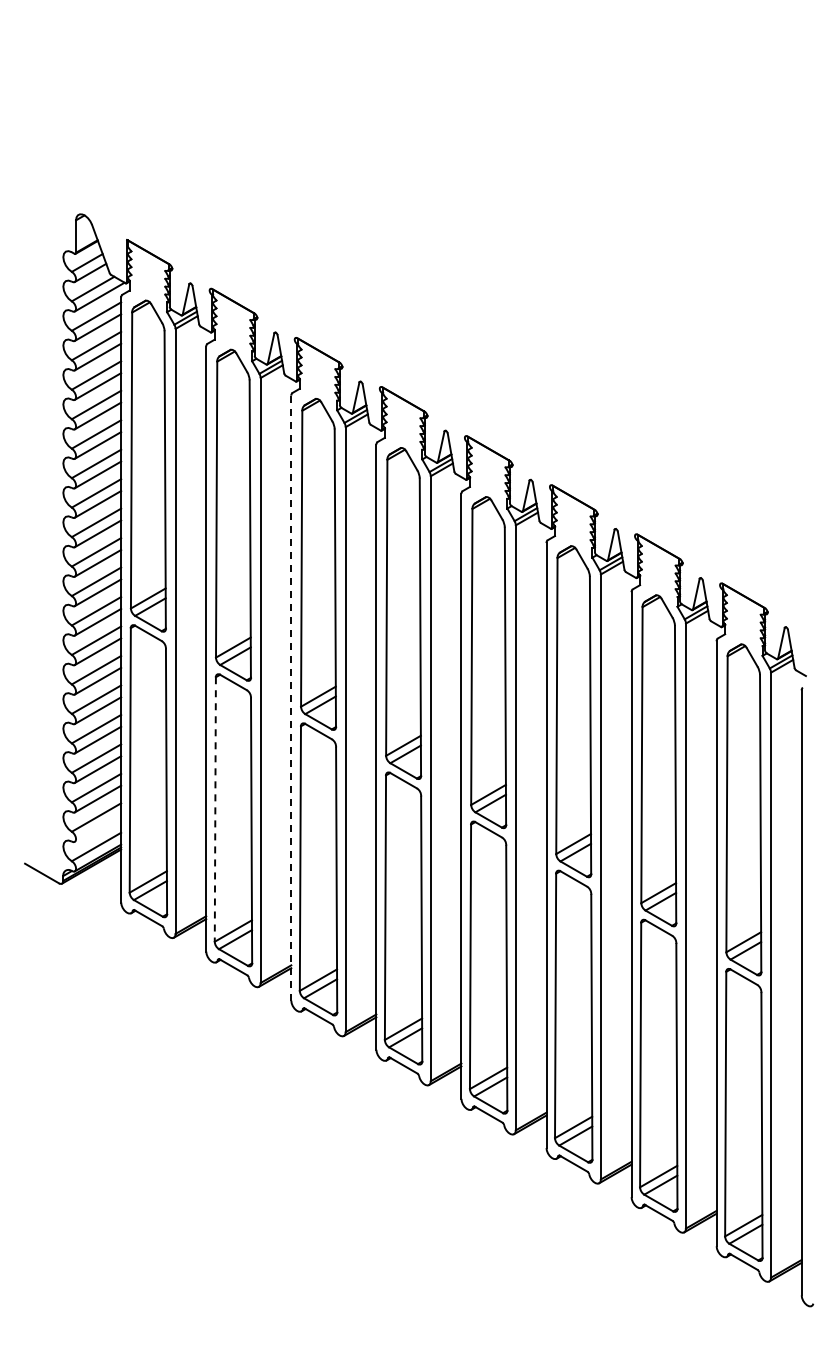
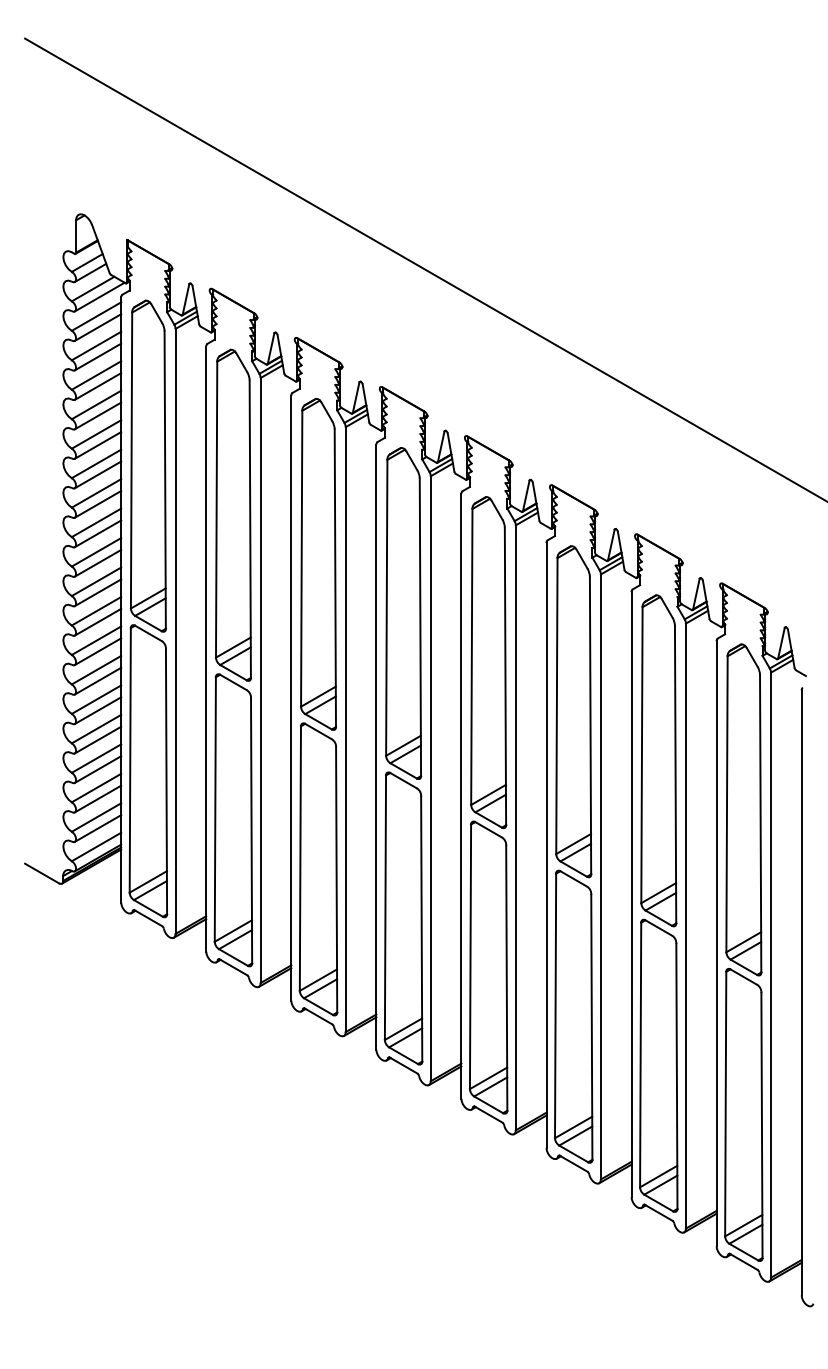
line at (424, 269): none -> present
line at (291, 698): dashed -> solid
line at (215, 810): dashed -> solid
line at (97, 828): none -> present
